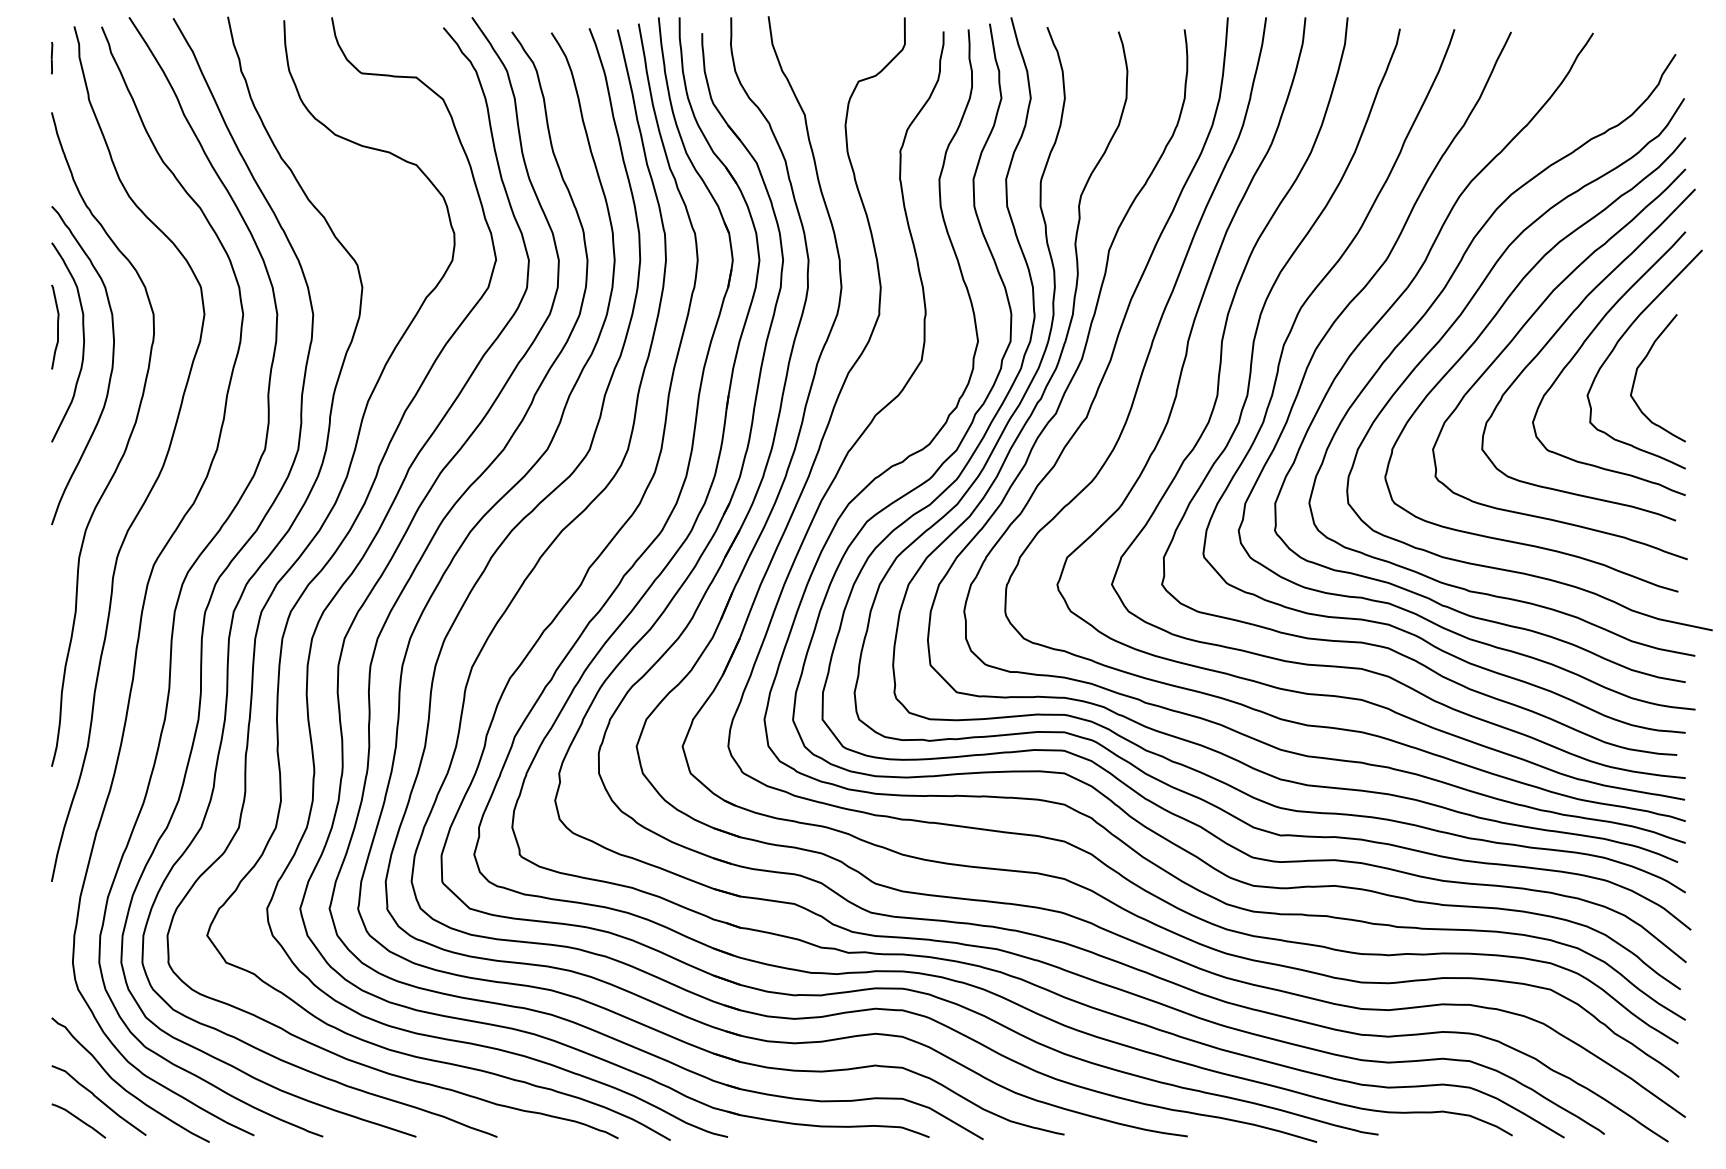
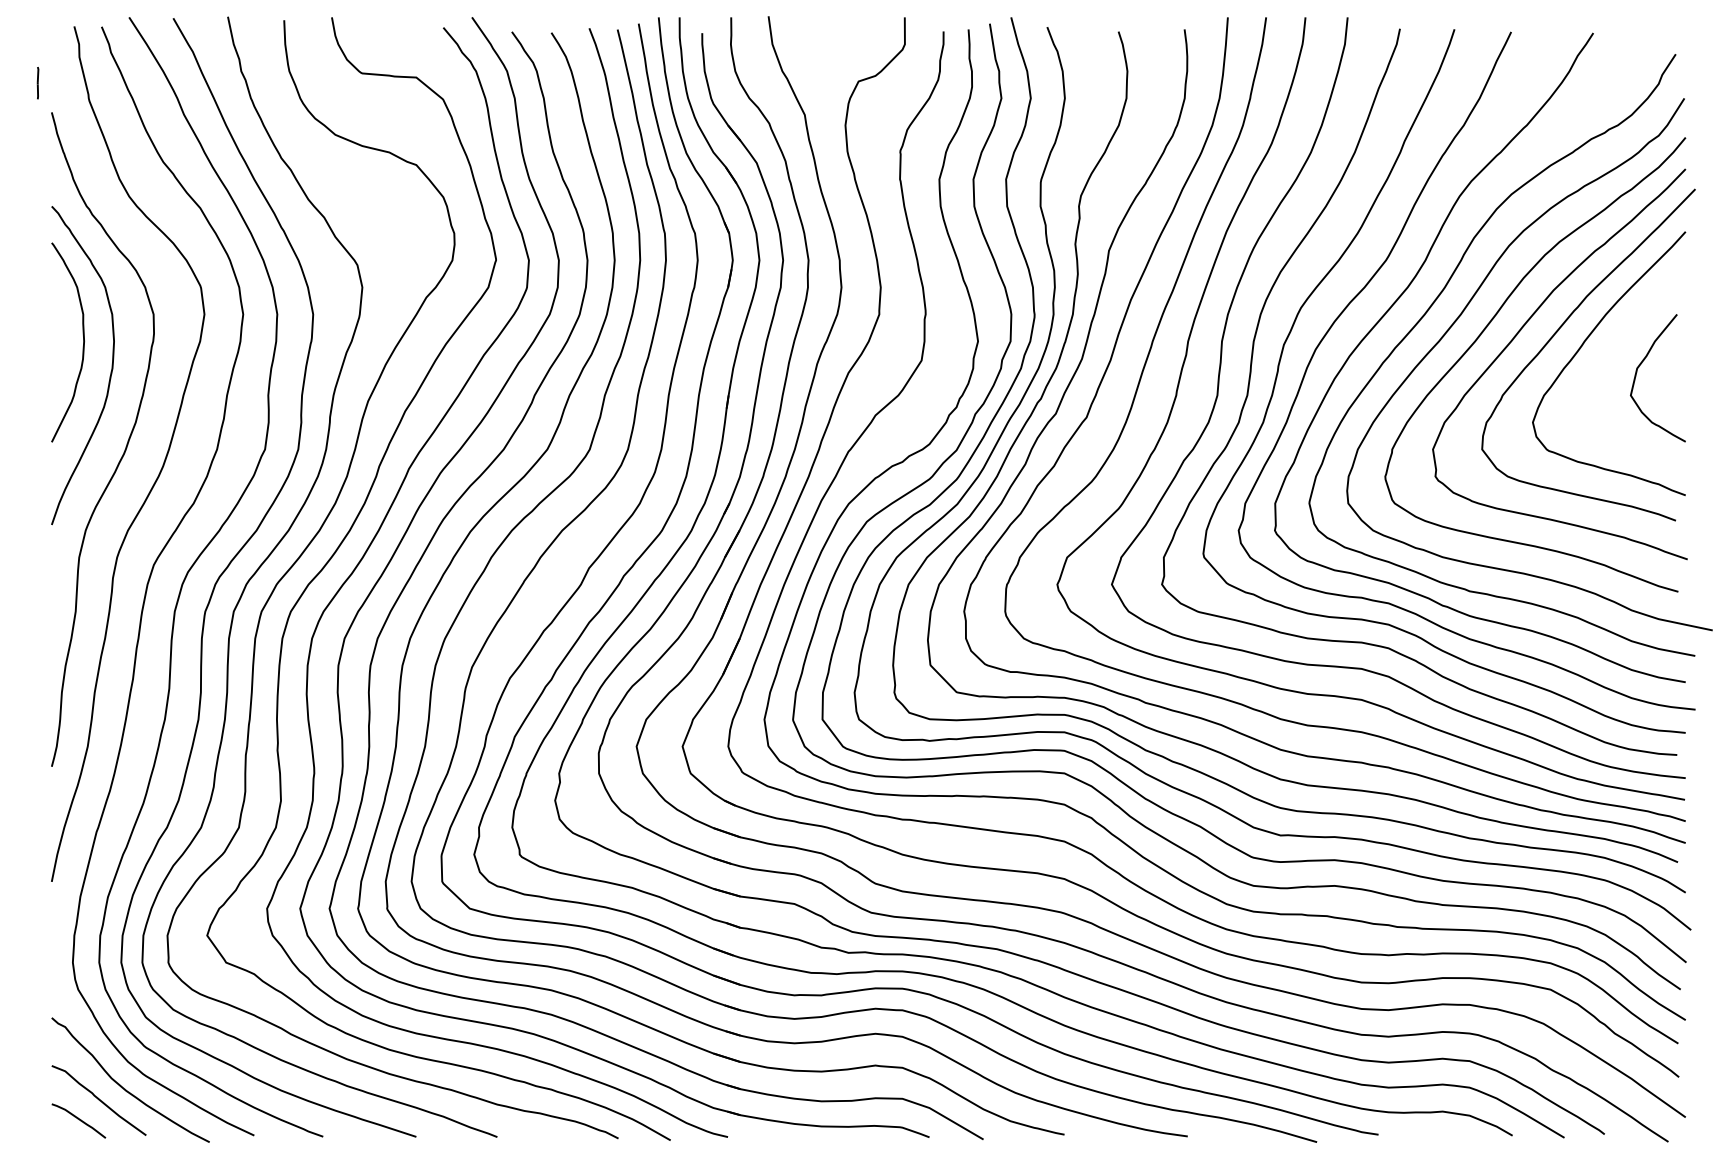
line at (51, 58) position: (51, 58) -> (37, 83)
curve at (57, 326): present -> none
curve at (1620, 340): present -> none
